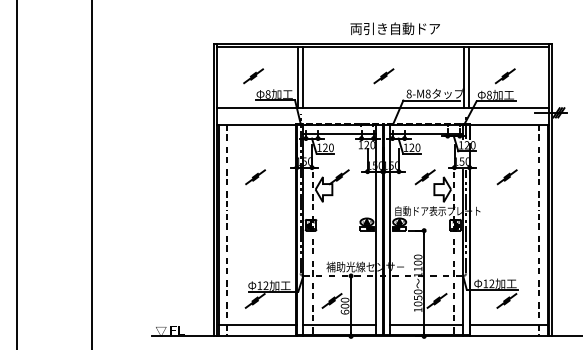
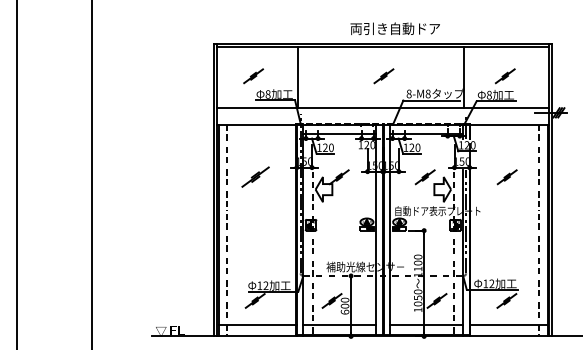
line at (302, 77): present -> none
line at (468, 77): present -> none
part at (255, 177) size: 21x17 px -> 29x22 px
